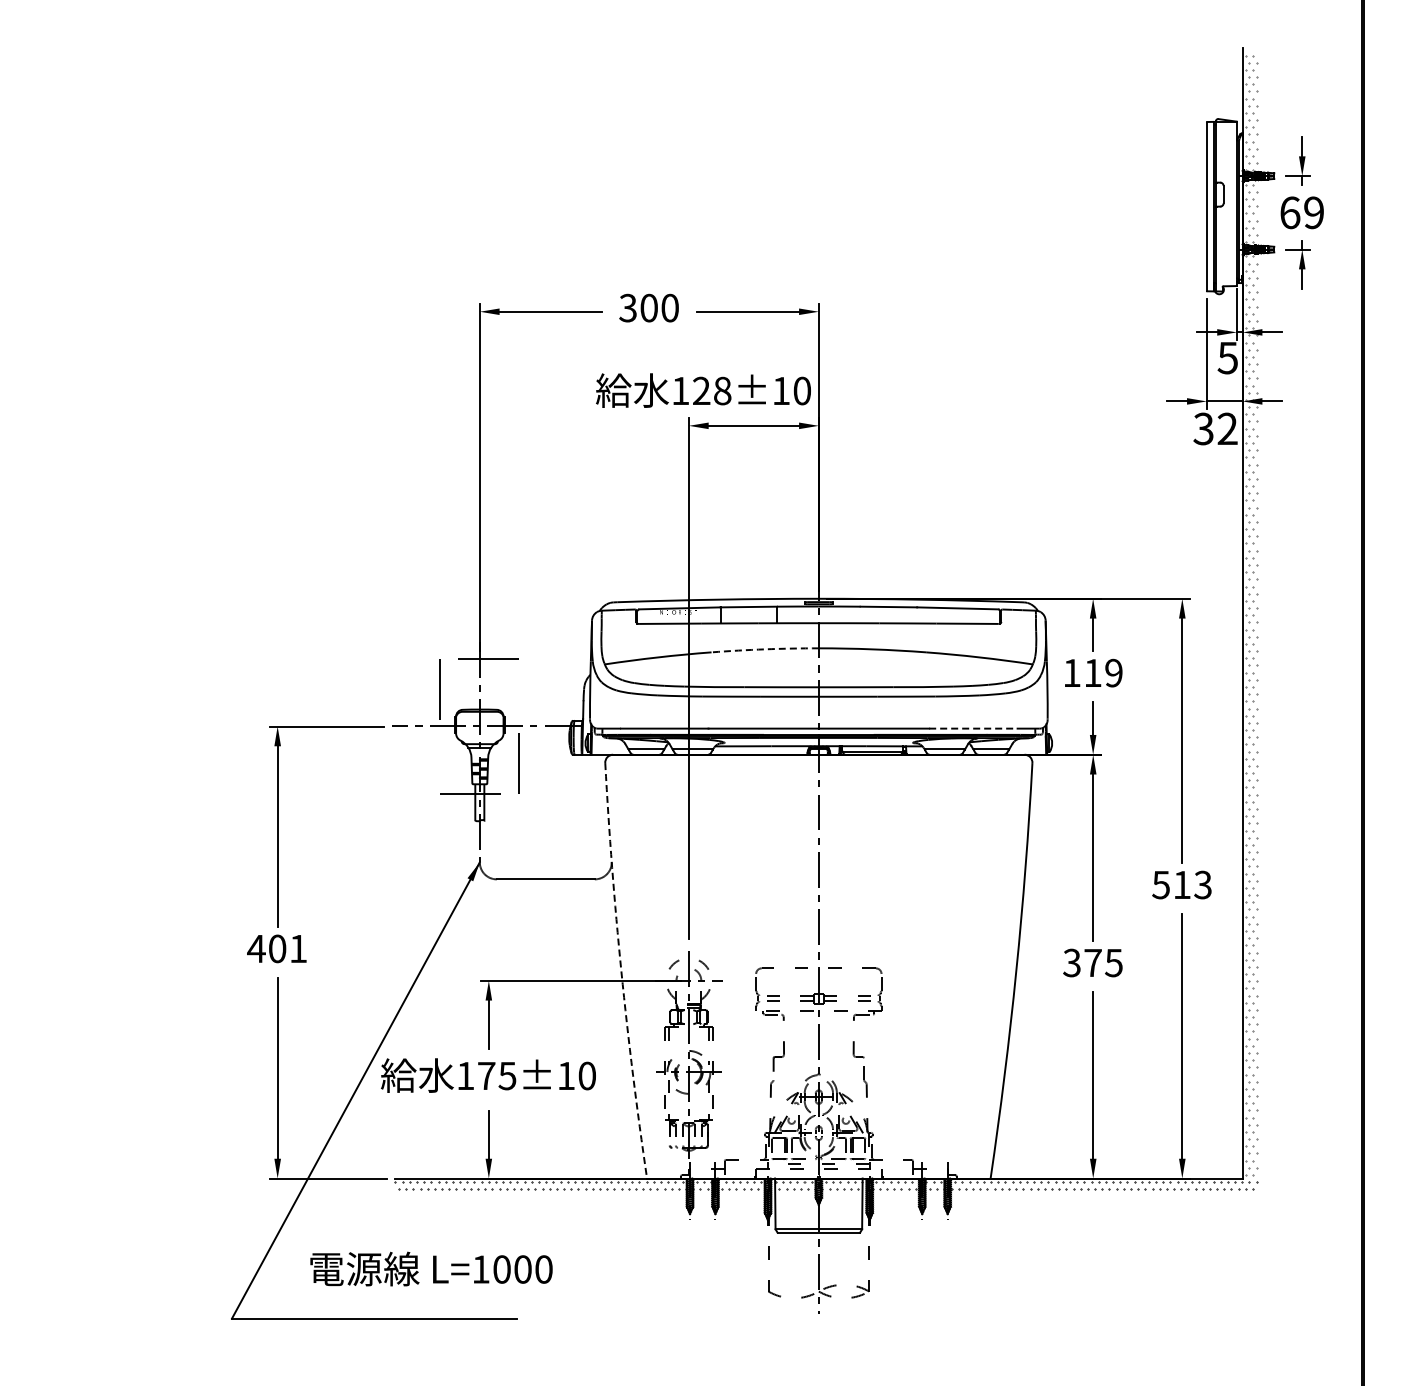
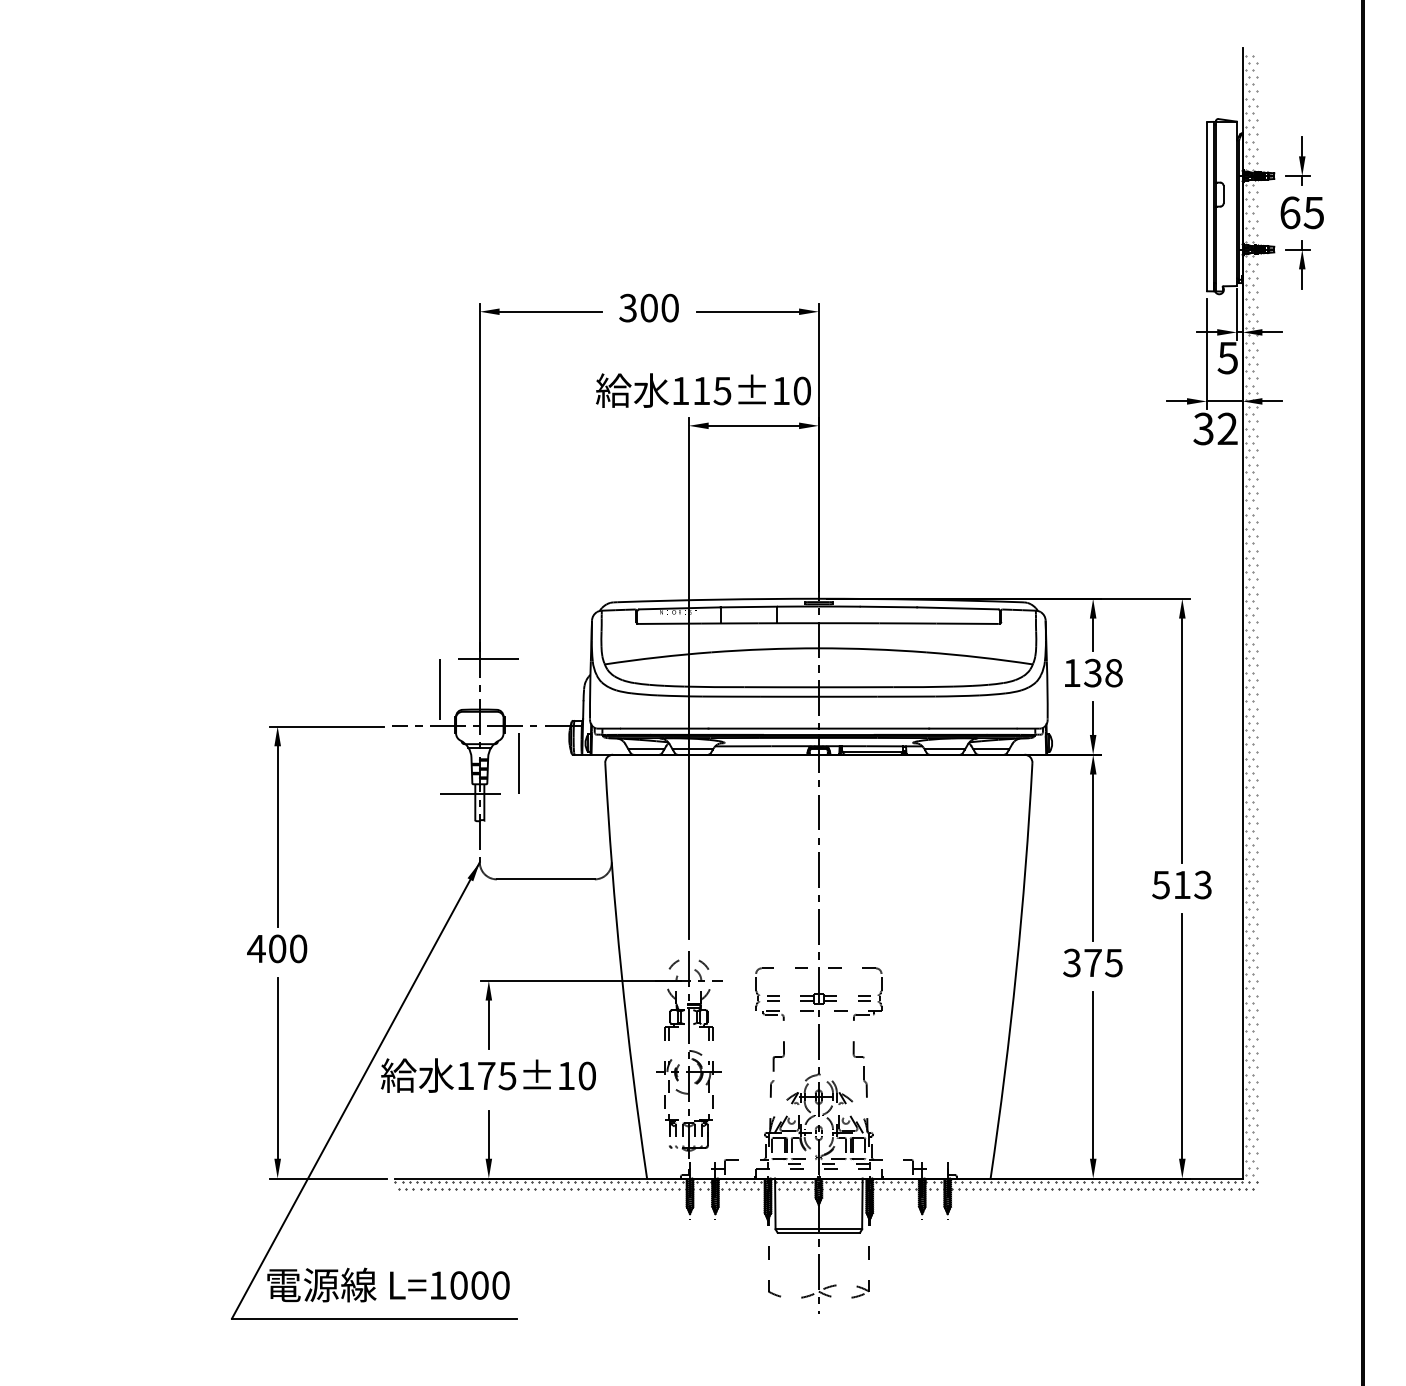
text at (1313, 212): 69 -> 65
text at (712, 390): 128±10 -> 115±10
arc at (765, 649): dashed -> solid
text at (1103, 672): 119 -> 138
line at (972, 728): dashed -> solid
text at (298, 948): 401 -> 400
arc at (621, 971): dashed -> solid
text at (431, 1268) position: (431, 1268) -> (388, 1284)
